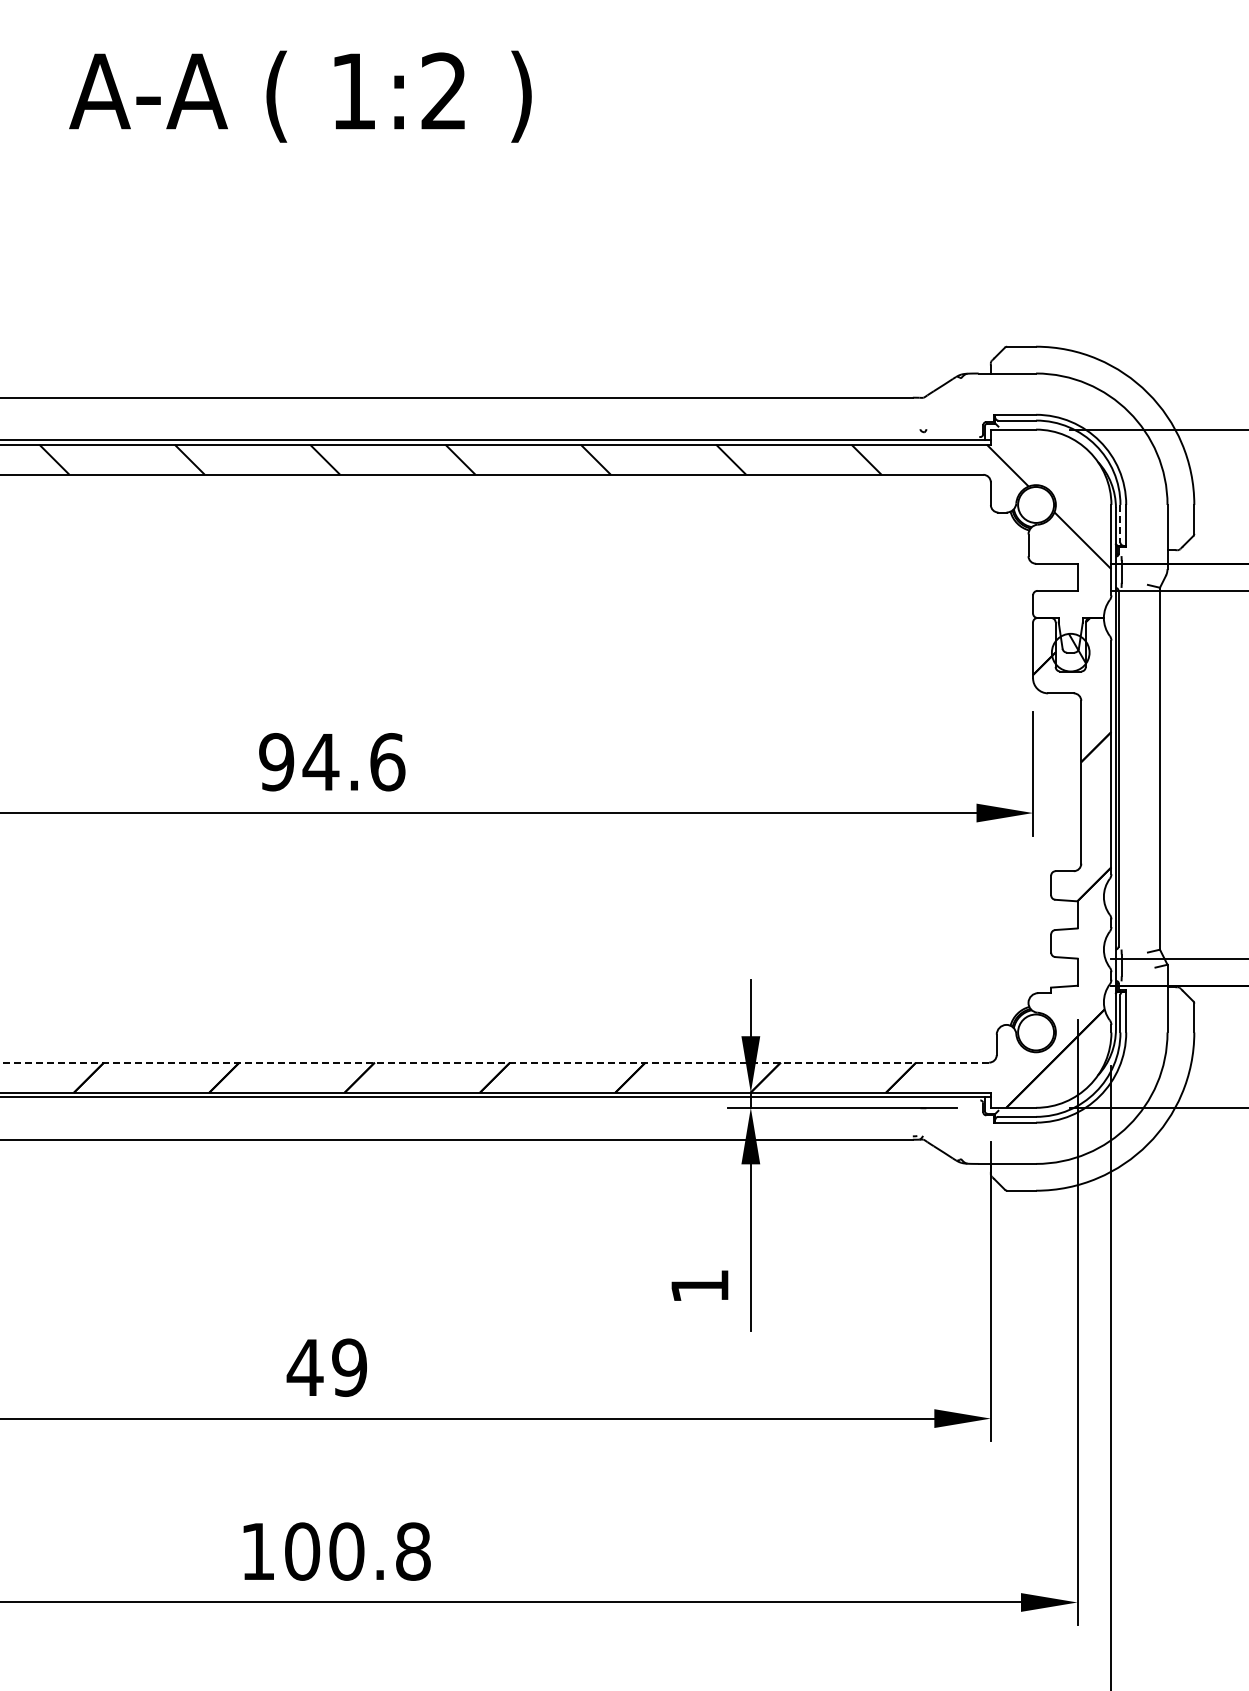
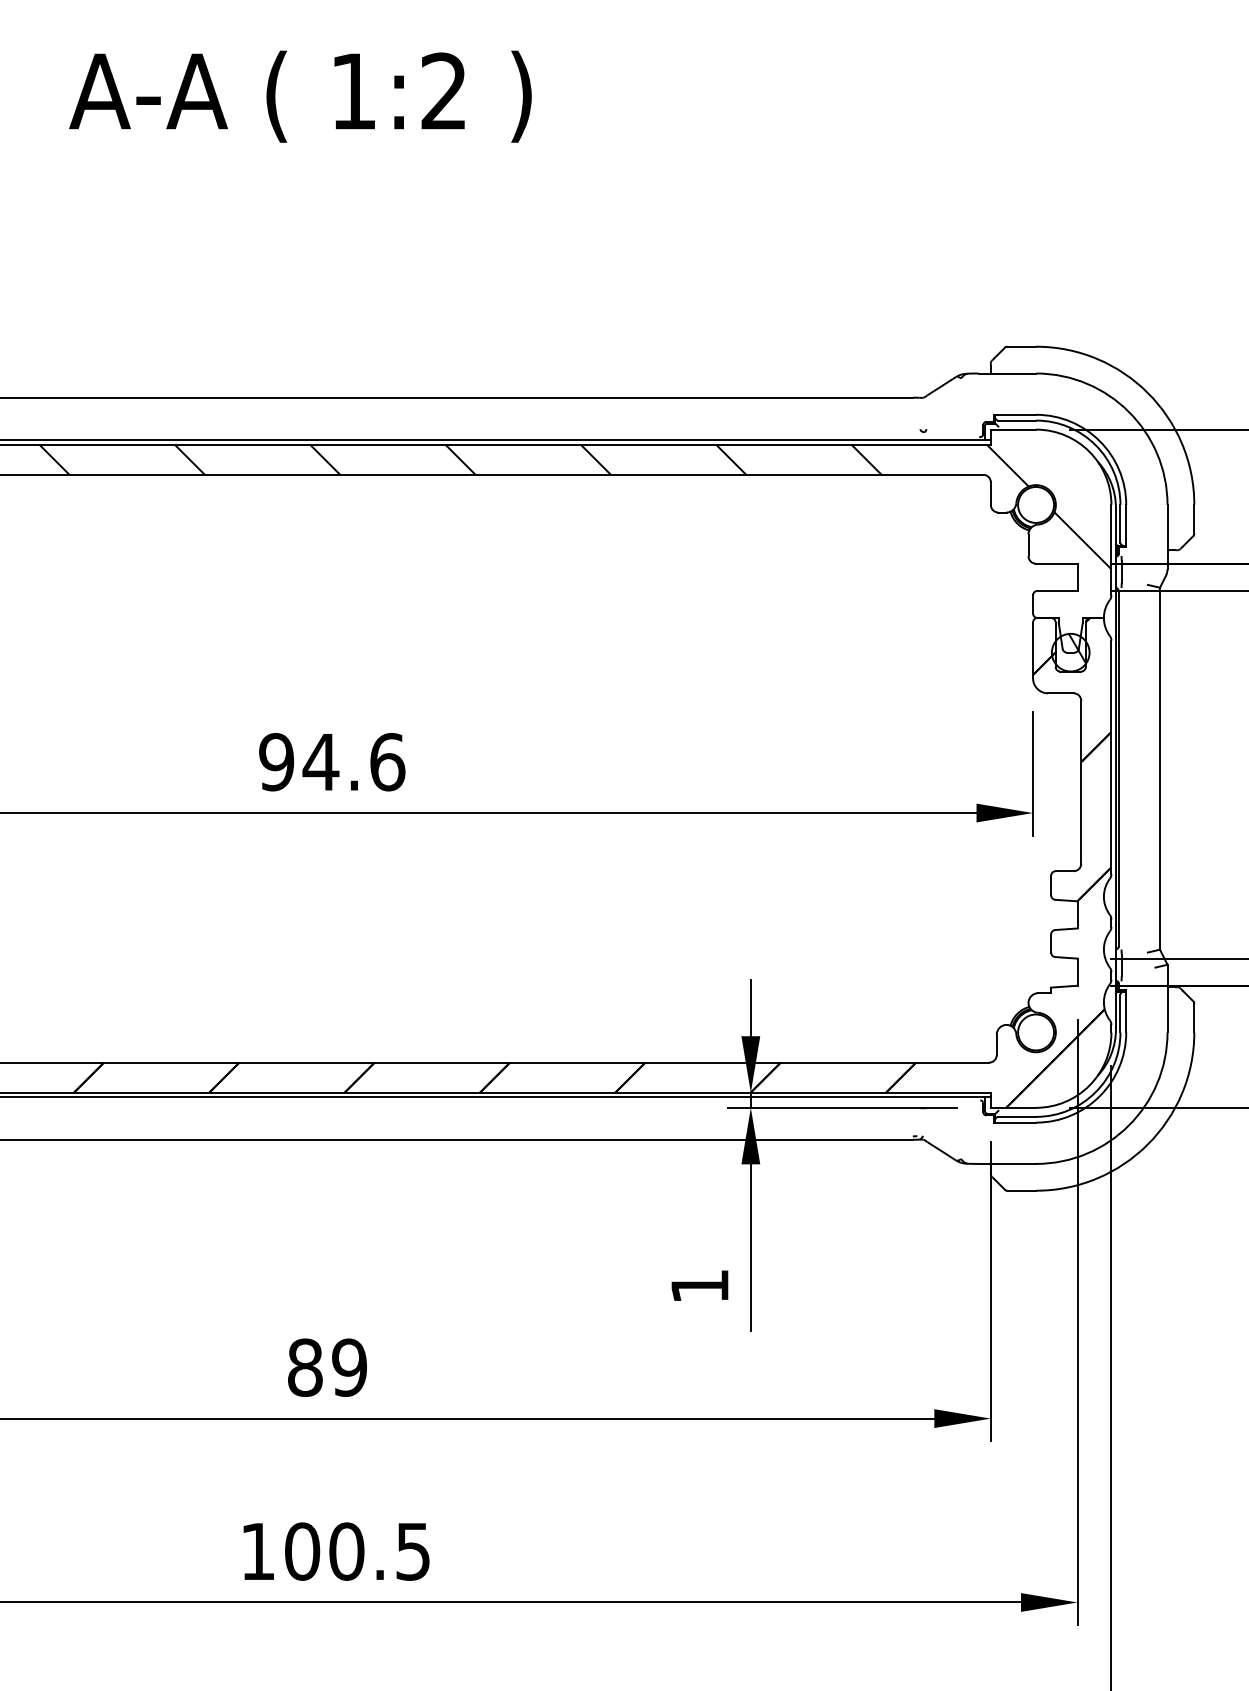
line at (1120, 523): dashed -> solid
line at (494, 1062): dashed -> solid
text at (304, 1367): 49 -> 89
text at (413, 1551): 100.8 -> 100.5
